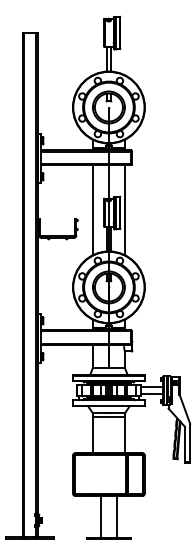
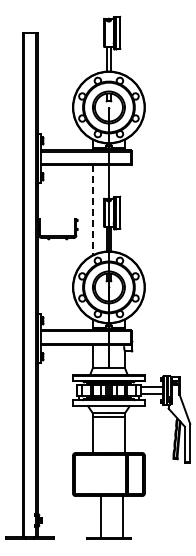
line at (92, 210): solid -> dashed
line at (124, 210): present -> none
line at (116, 516) position: (116, 516) -> (122, 516)
